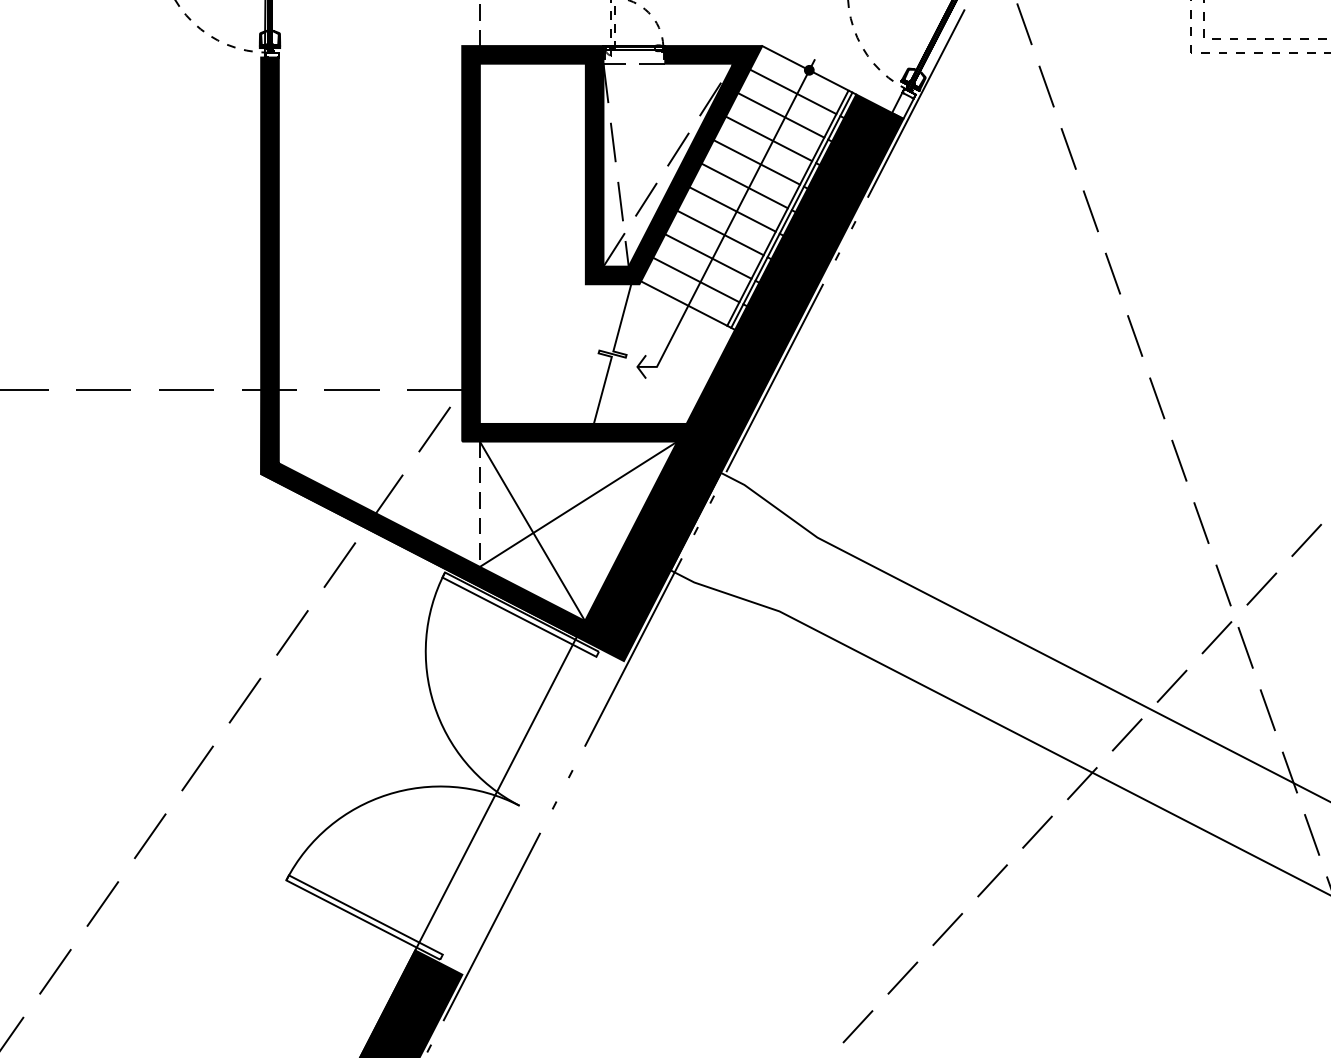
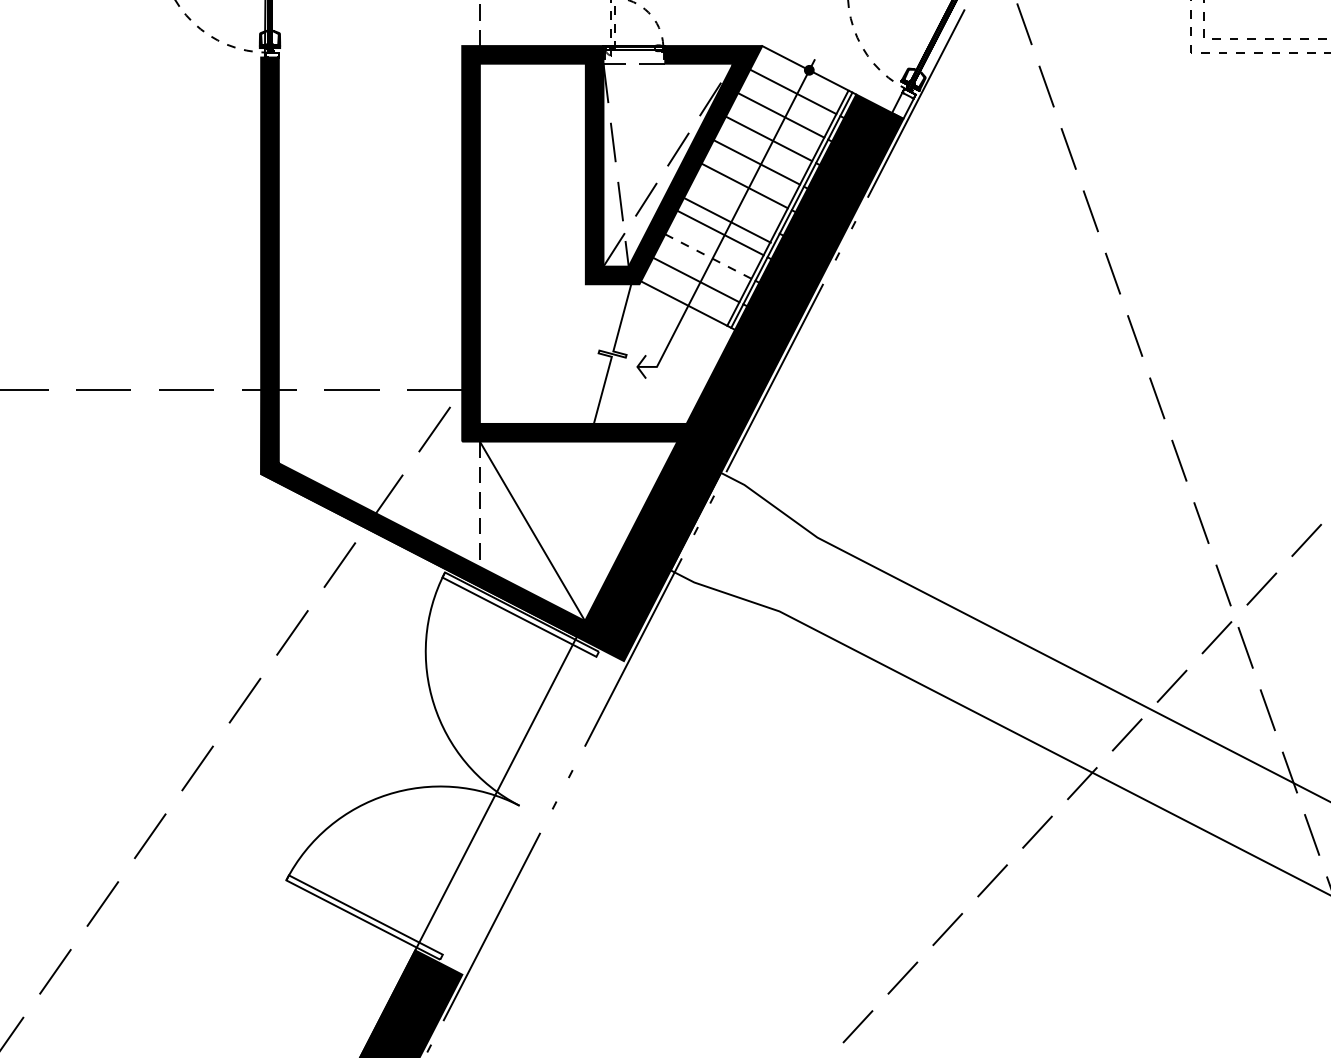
line at (732, 209) position: (732, 209) -> (727, 220)
line at (708, 256): solid -> dashed
line at (578, 503): present -> none
